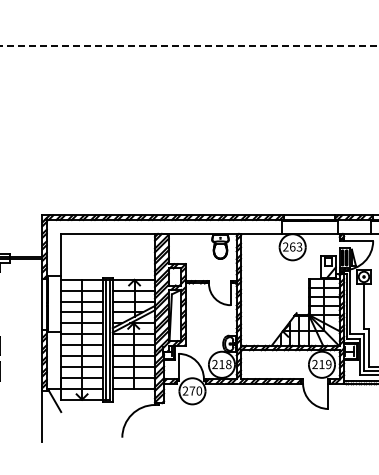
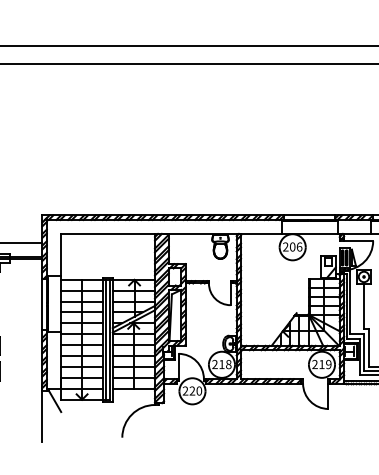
line at (189, 46): dashed -> solid
line at (188, 64): none -> present
line at (22, 242): none -> present
text at (296, 246): 263 -> 206
text at (192, 390): 270 -> 220
